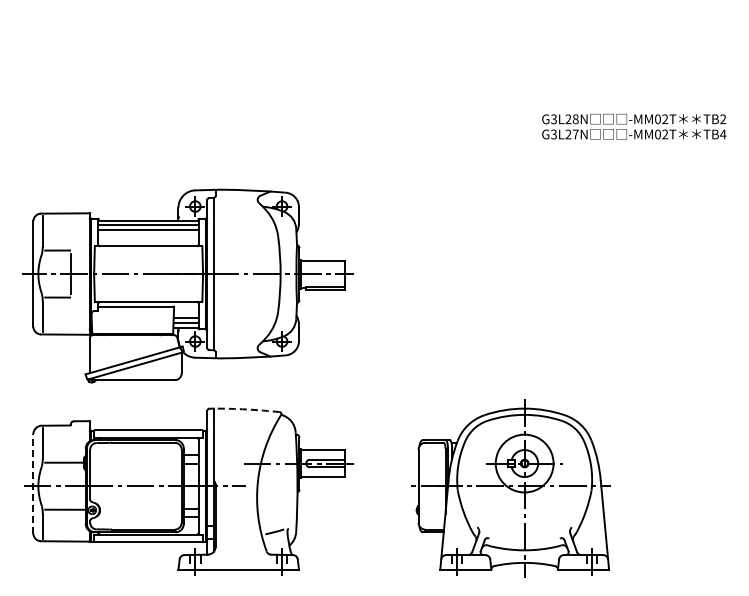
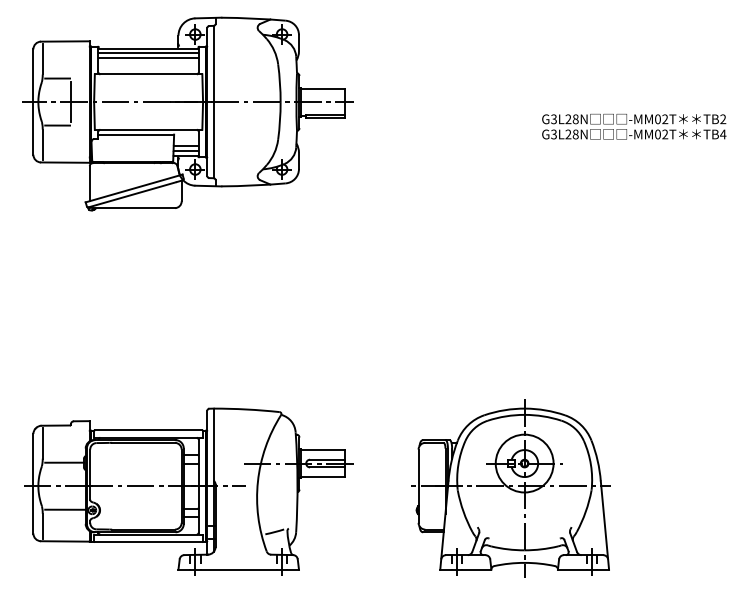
text at (575, 134): G3L27N -> G3L28N
part at (187, 285) position: (187, 285) -> (187, 113)
arc at (246, 409): dashed -> solid
line at (33, 483): dashed -> solid
